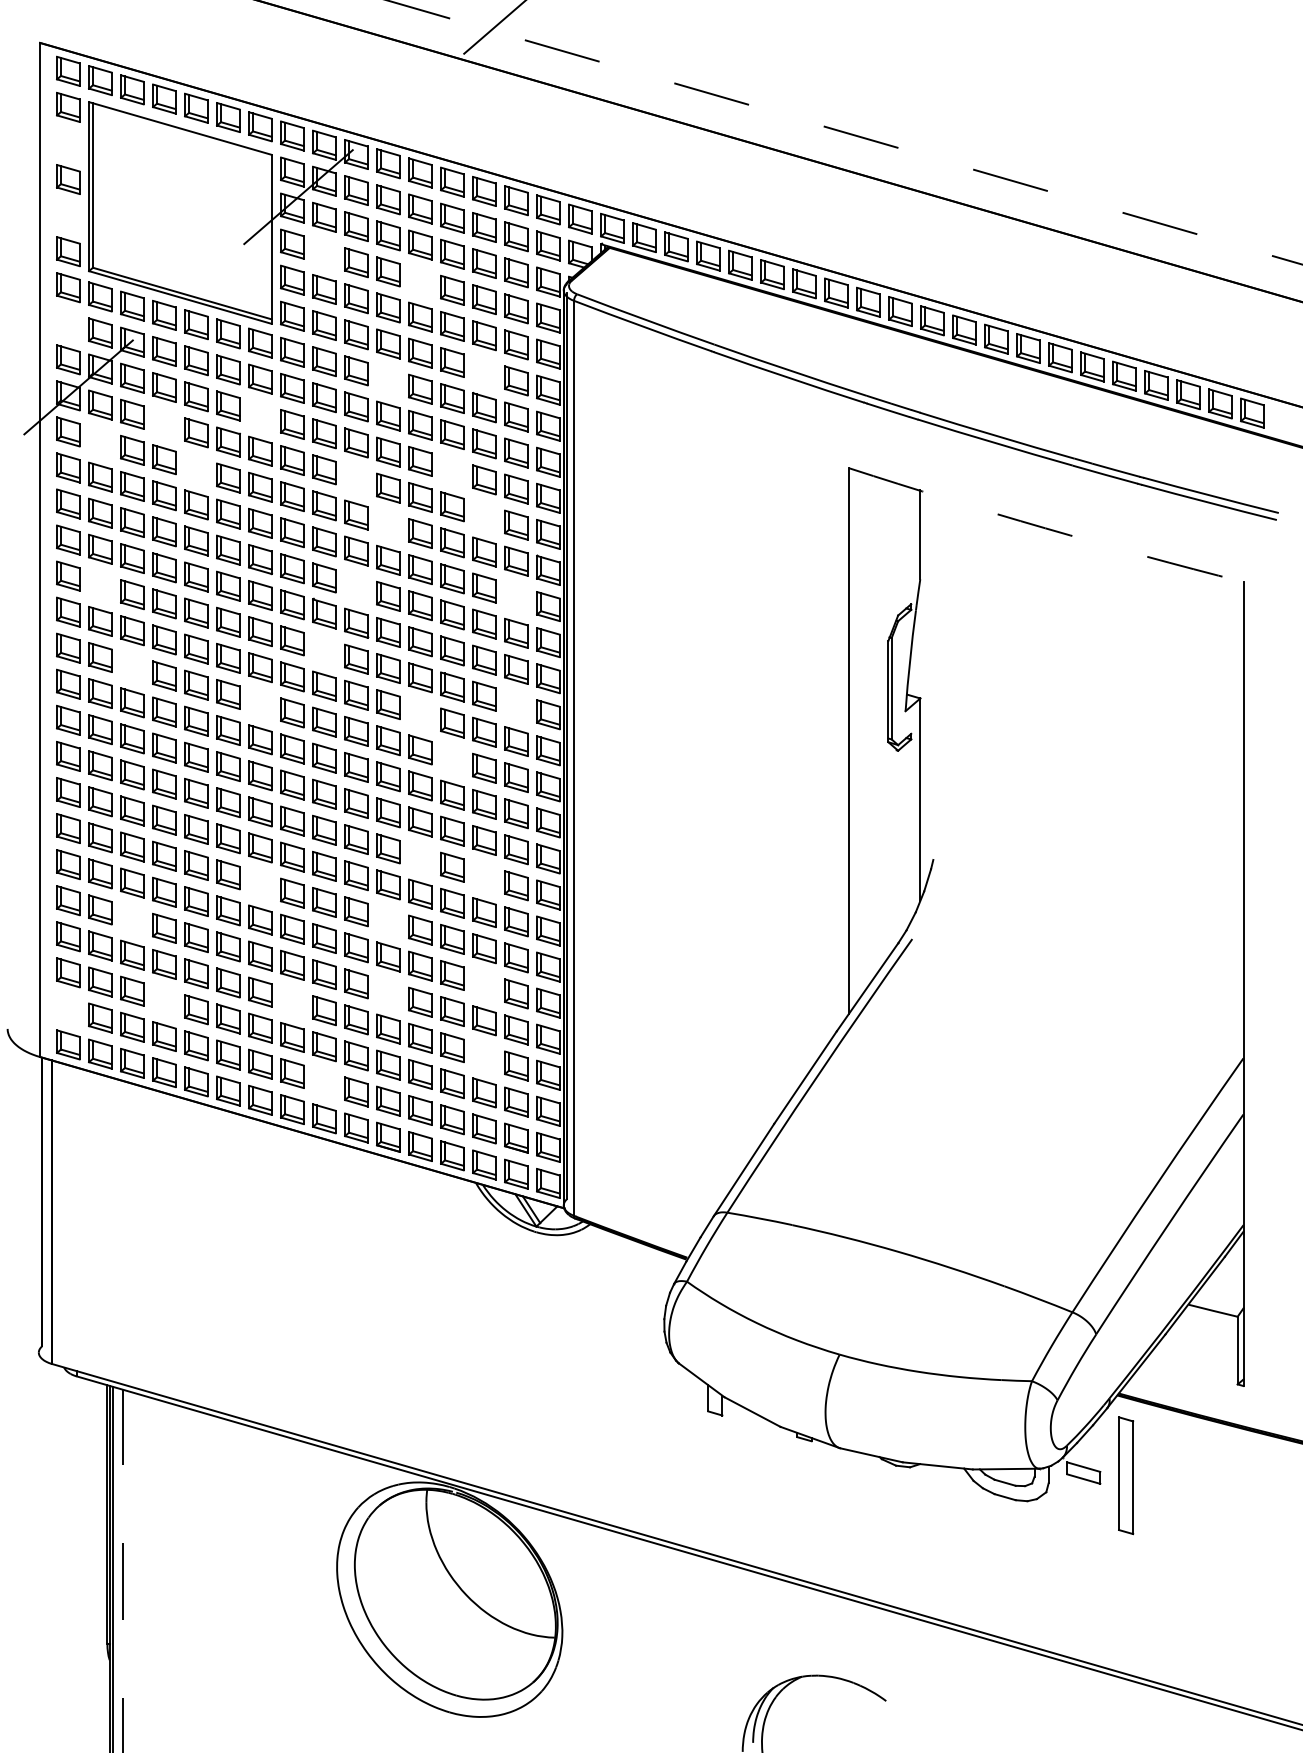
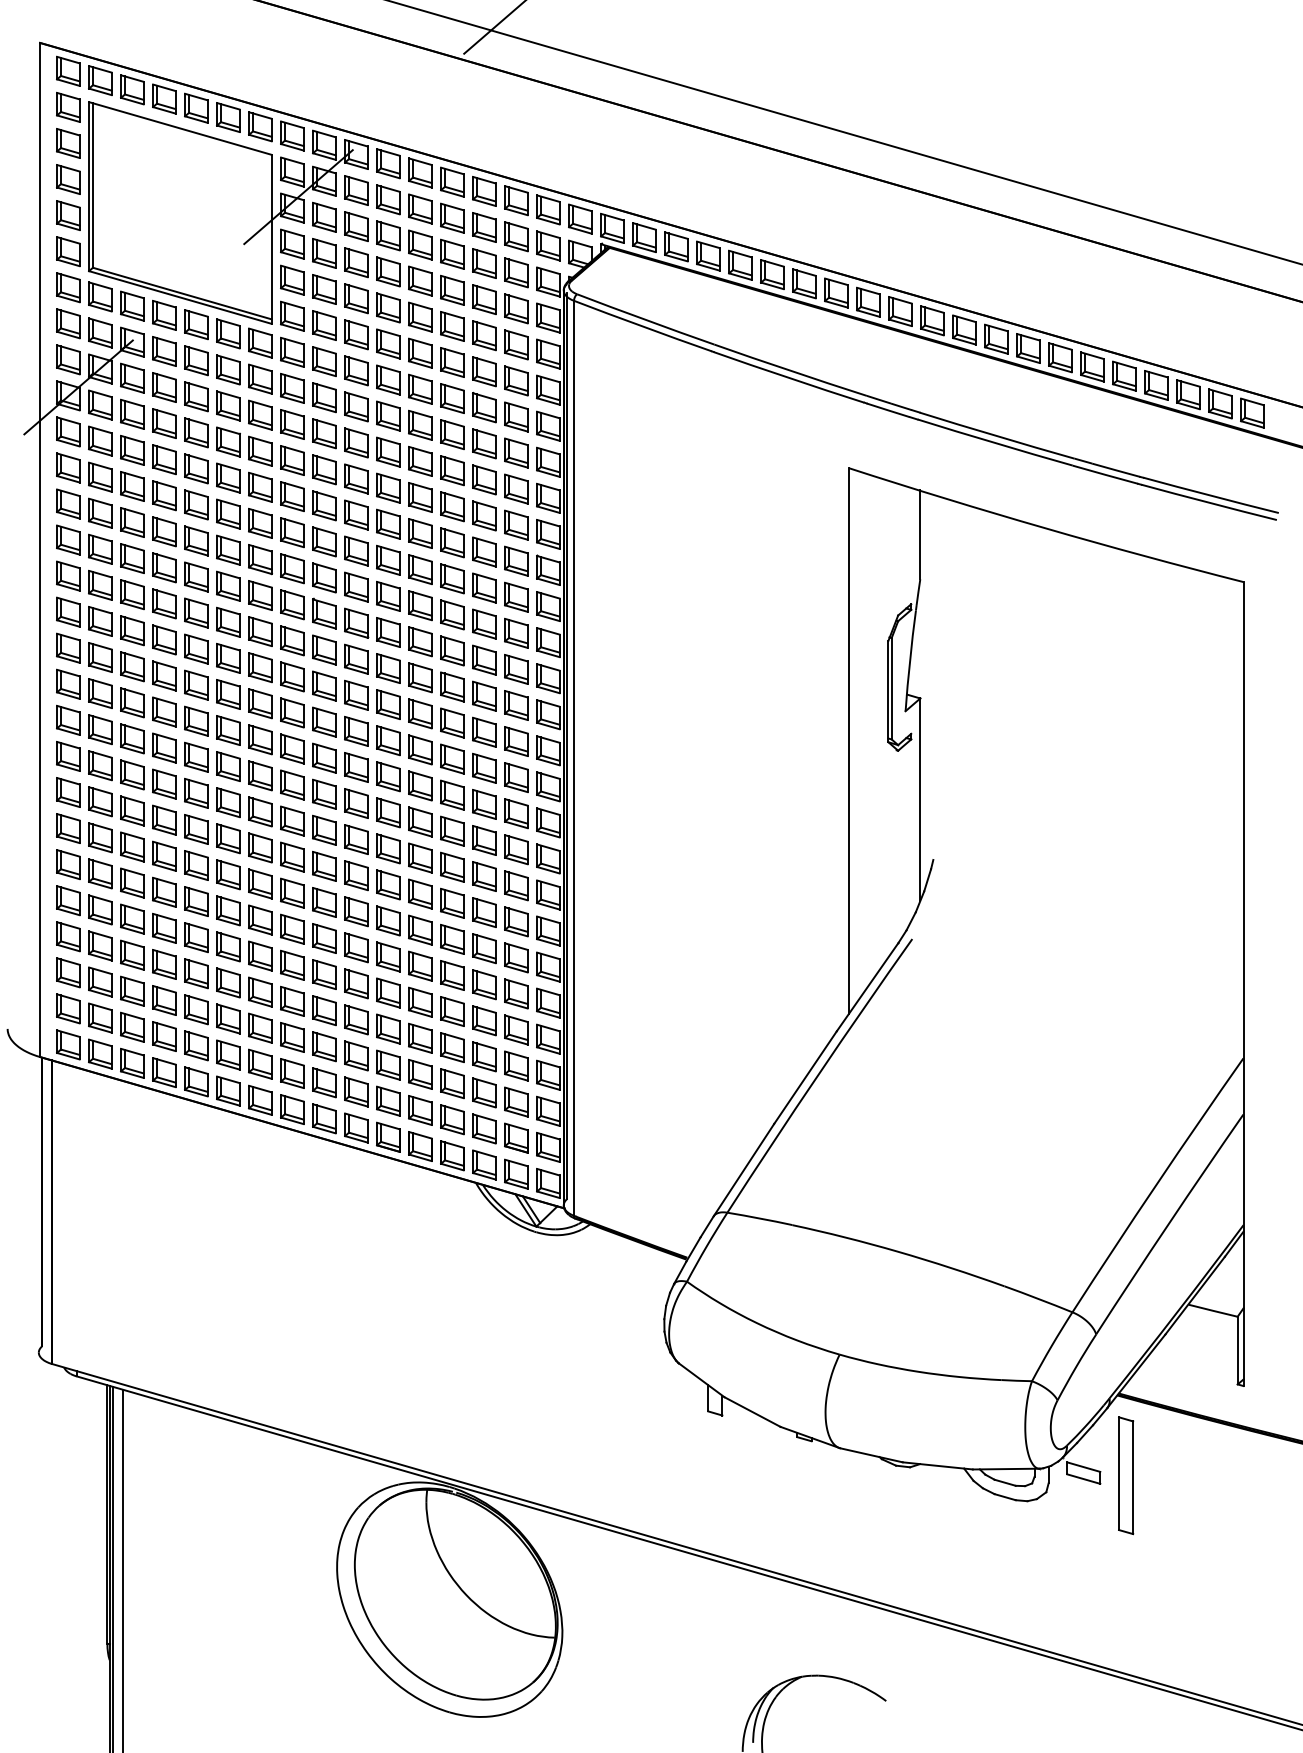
line at (844, 132): dashed -> solid
part at (68, 143): none -> present
part at (68, 215): none -> present
part at (324, 253): none -> present
part at (420, 280): none -> present
part at (68, 323): none -> present
part at (484, 371): none -> present
part at (388, 379): none -> present
part at (260, 414): none -> present
part at (164, 423): none -> present
part at (100, 440): none -> present
part at (196, 468): none -> present
part at (452, 470): none -> present
part at (356, 478): none -> present
part at (484, 515): none -> present
part at (388, 523): none -> present
arc at (1045, 528): dashed -> solid
part at (100, 584): none -> present
part at (356, 586): none -> present
part at (516, 596): none -> present
part at (324, 649): none -> present
part at (132, 666): none -> present
part at (260, 703): none -> present
part at (516, 705): none -> present
part at (420, 713): none -> present
part at (452, 758): none -> present
part at (420, 857): none -> present
part at (484, 876): none -> present
part at (260, 883): none -> present
part at (132, 918): none -> present
part at (388, 920): none -> present
part at (484, 984): none -> present
part at (388, 992): none -> present
part at (164, 1000): none -> present
part at (292, 1000): none -> present
part at (68, 1008): none -> present
part at (484, 1056): none -> present
part at (324, 1082): none -> present
line at (122, 1571): dashed -> solid
